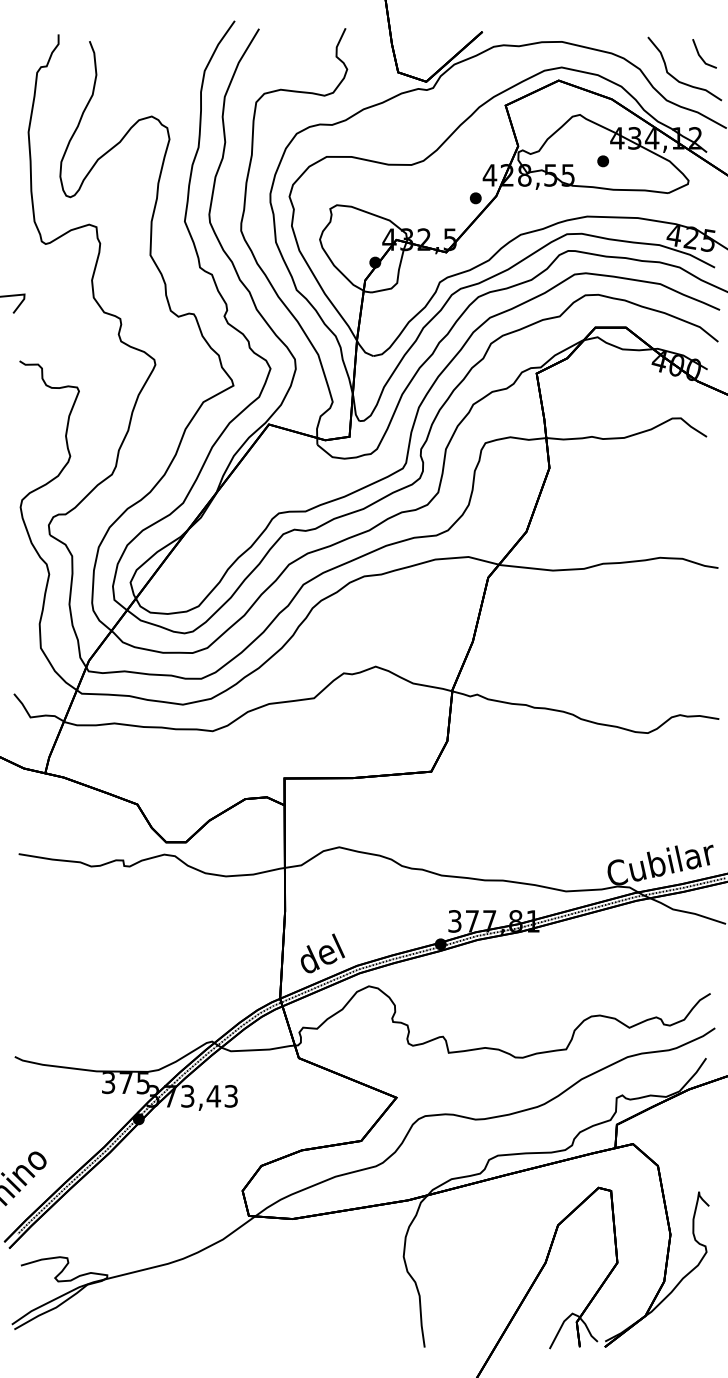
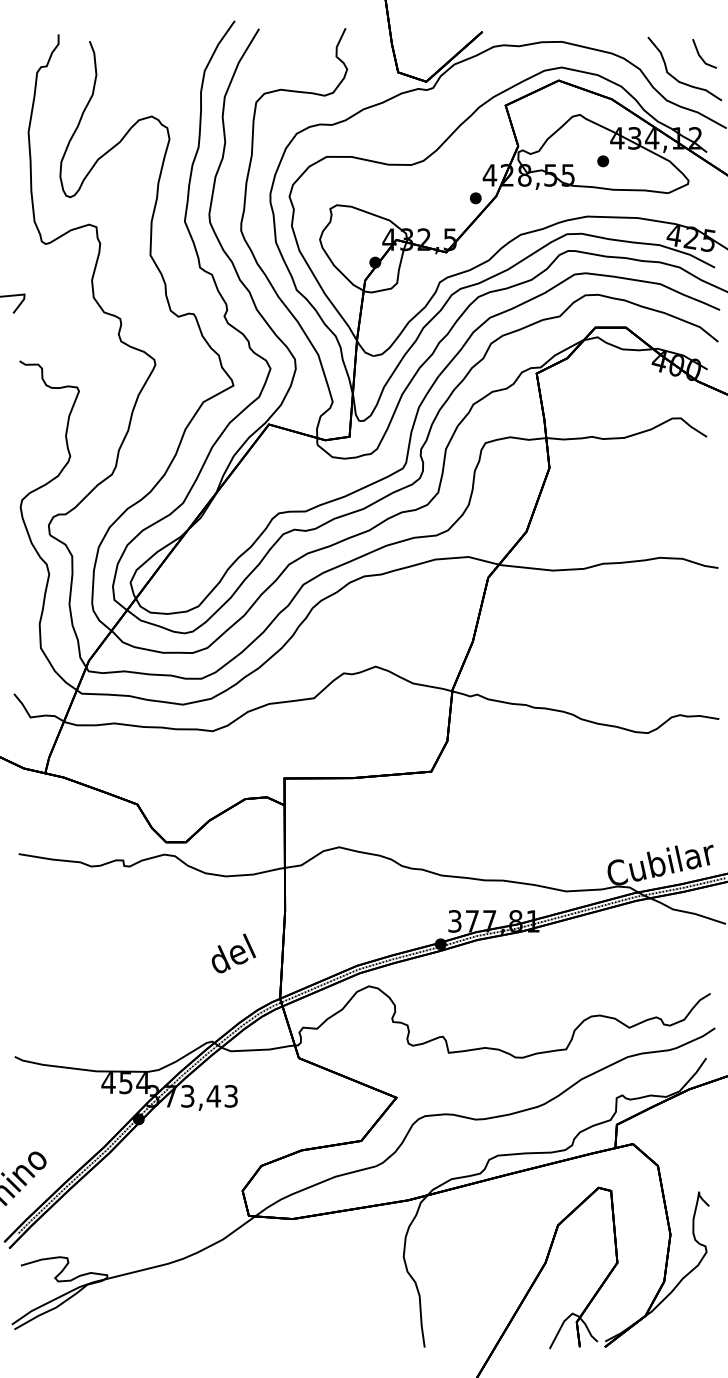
text at (322, 953) position: (322, 953) -> (233, 953)
text at (125, 1083): 375 -> 454
